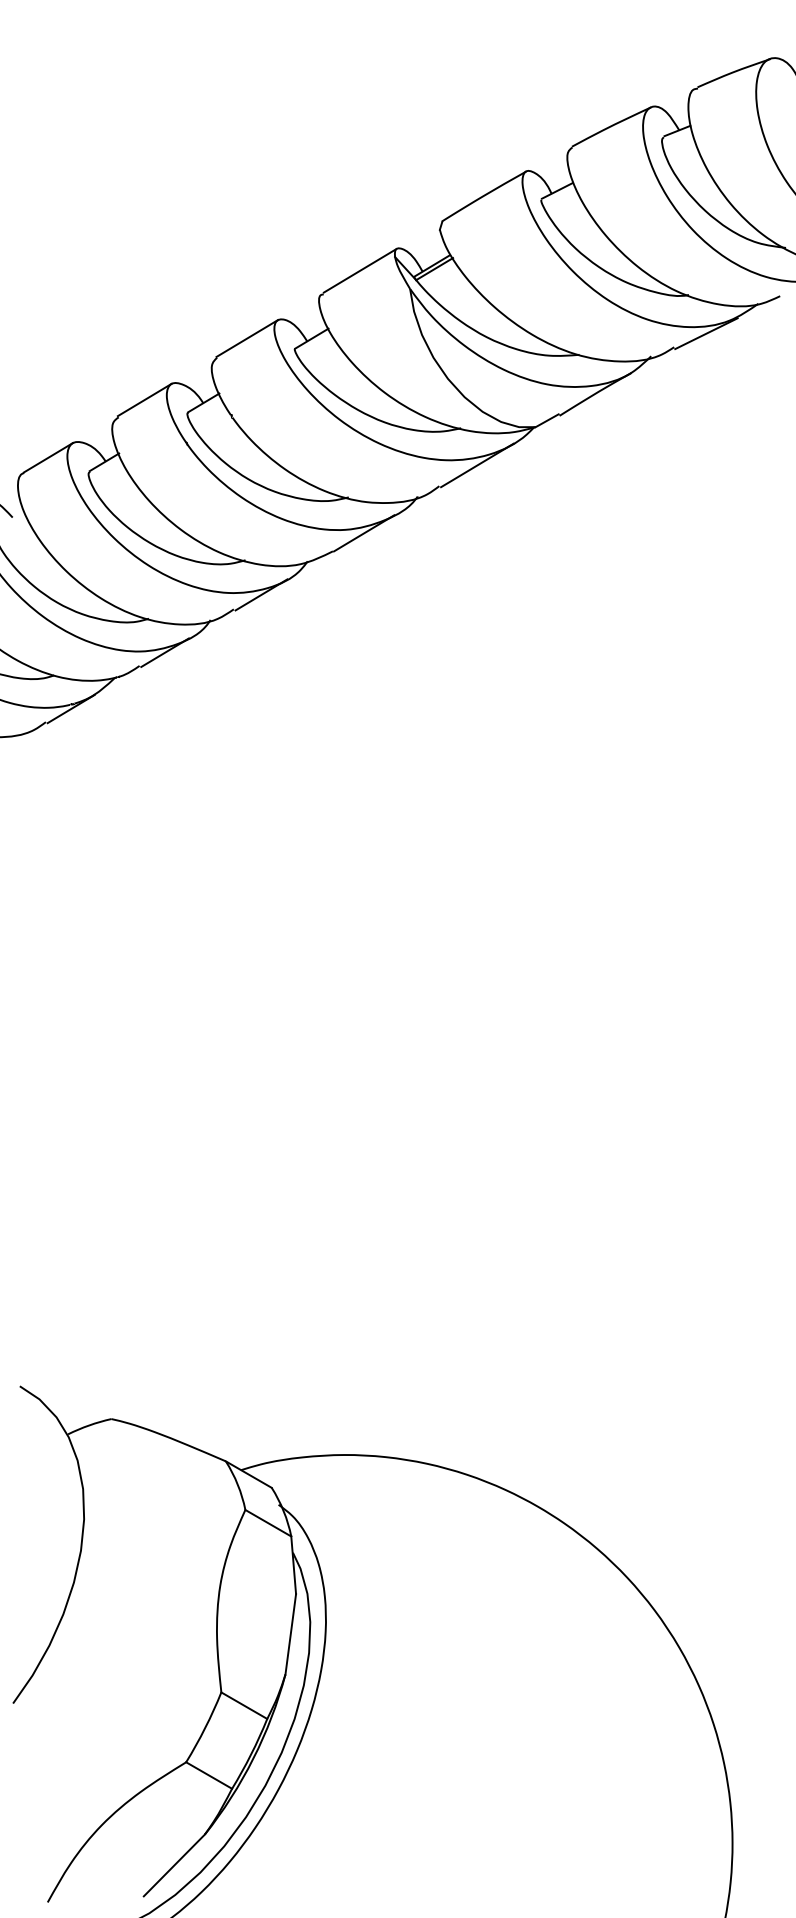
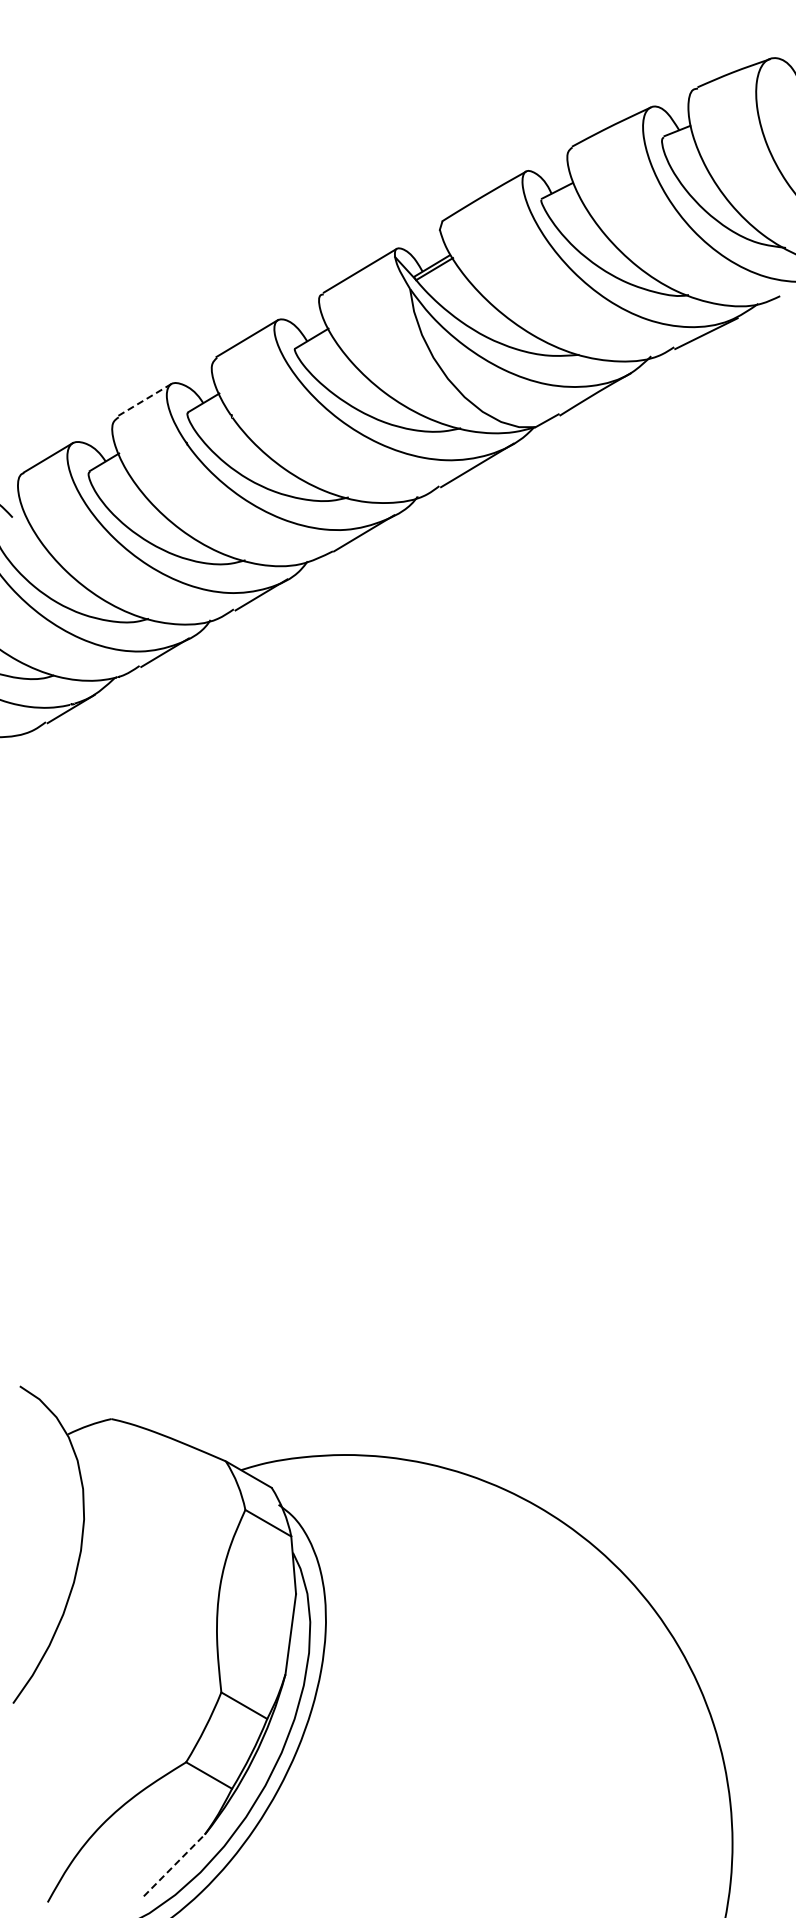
line at (144, 400): solid -> dashed
line at (174, 1865): solid -> dashed
